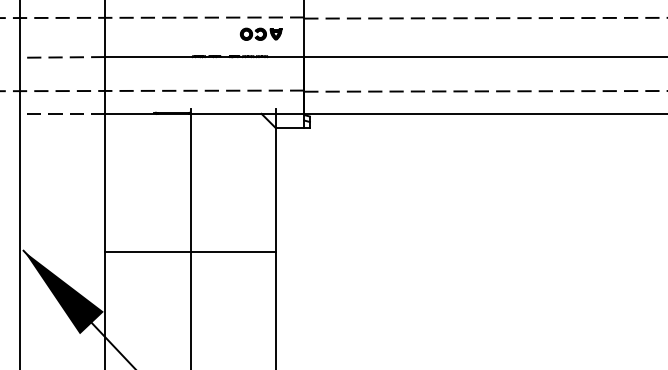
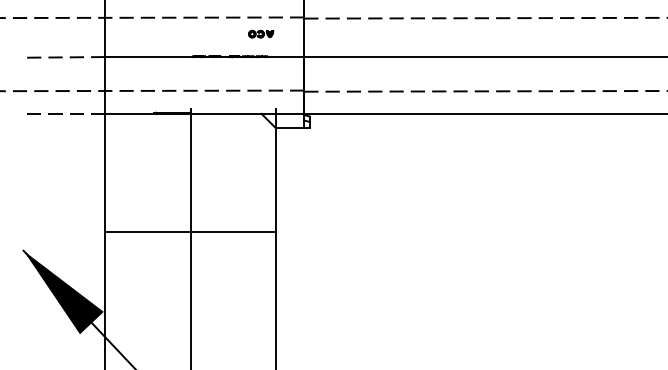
part at (260, 33) size: 44x14 px -> 27x10 px
line at (20, 184): present -> none
line at (190, 251) position: (190, 251) -> (190, 231)
